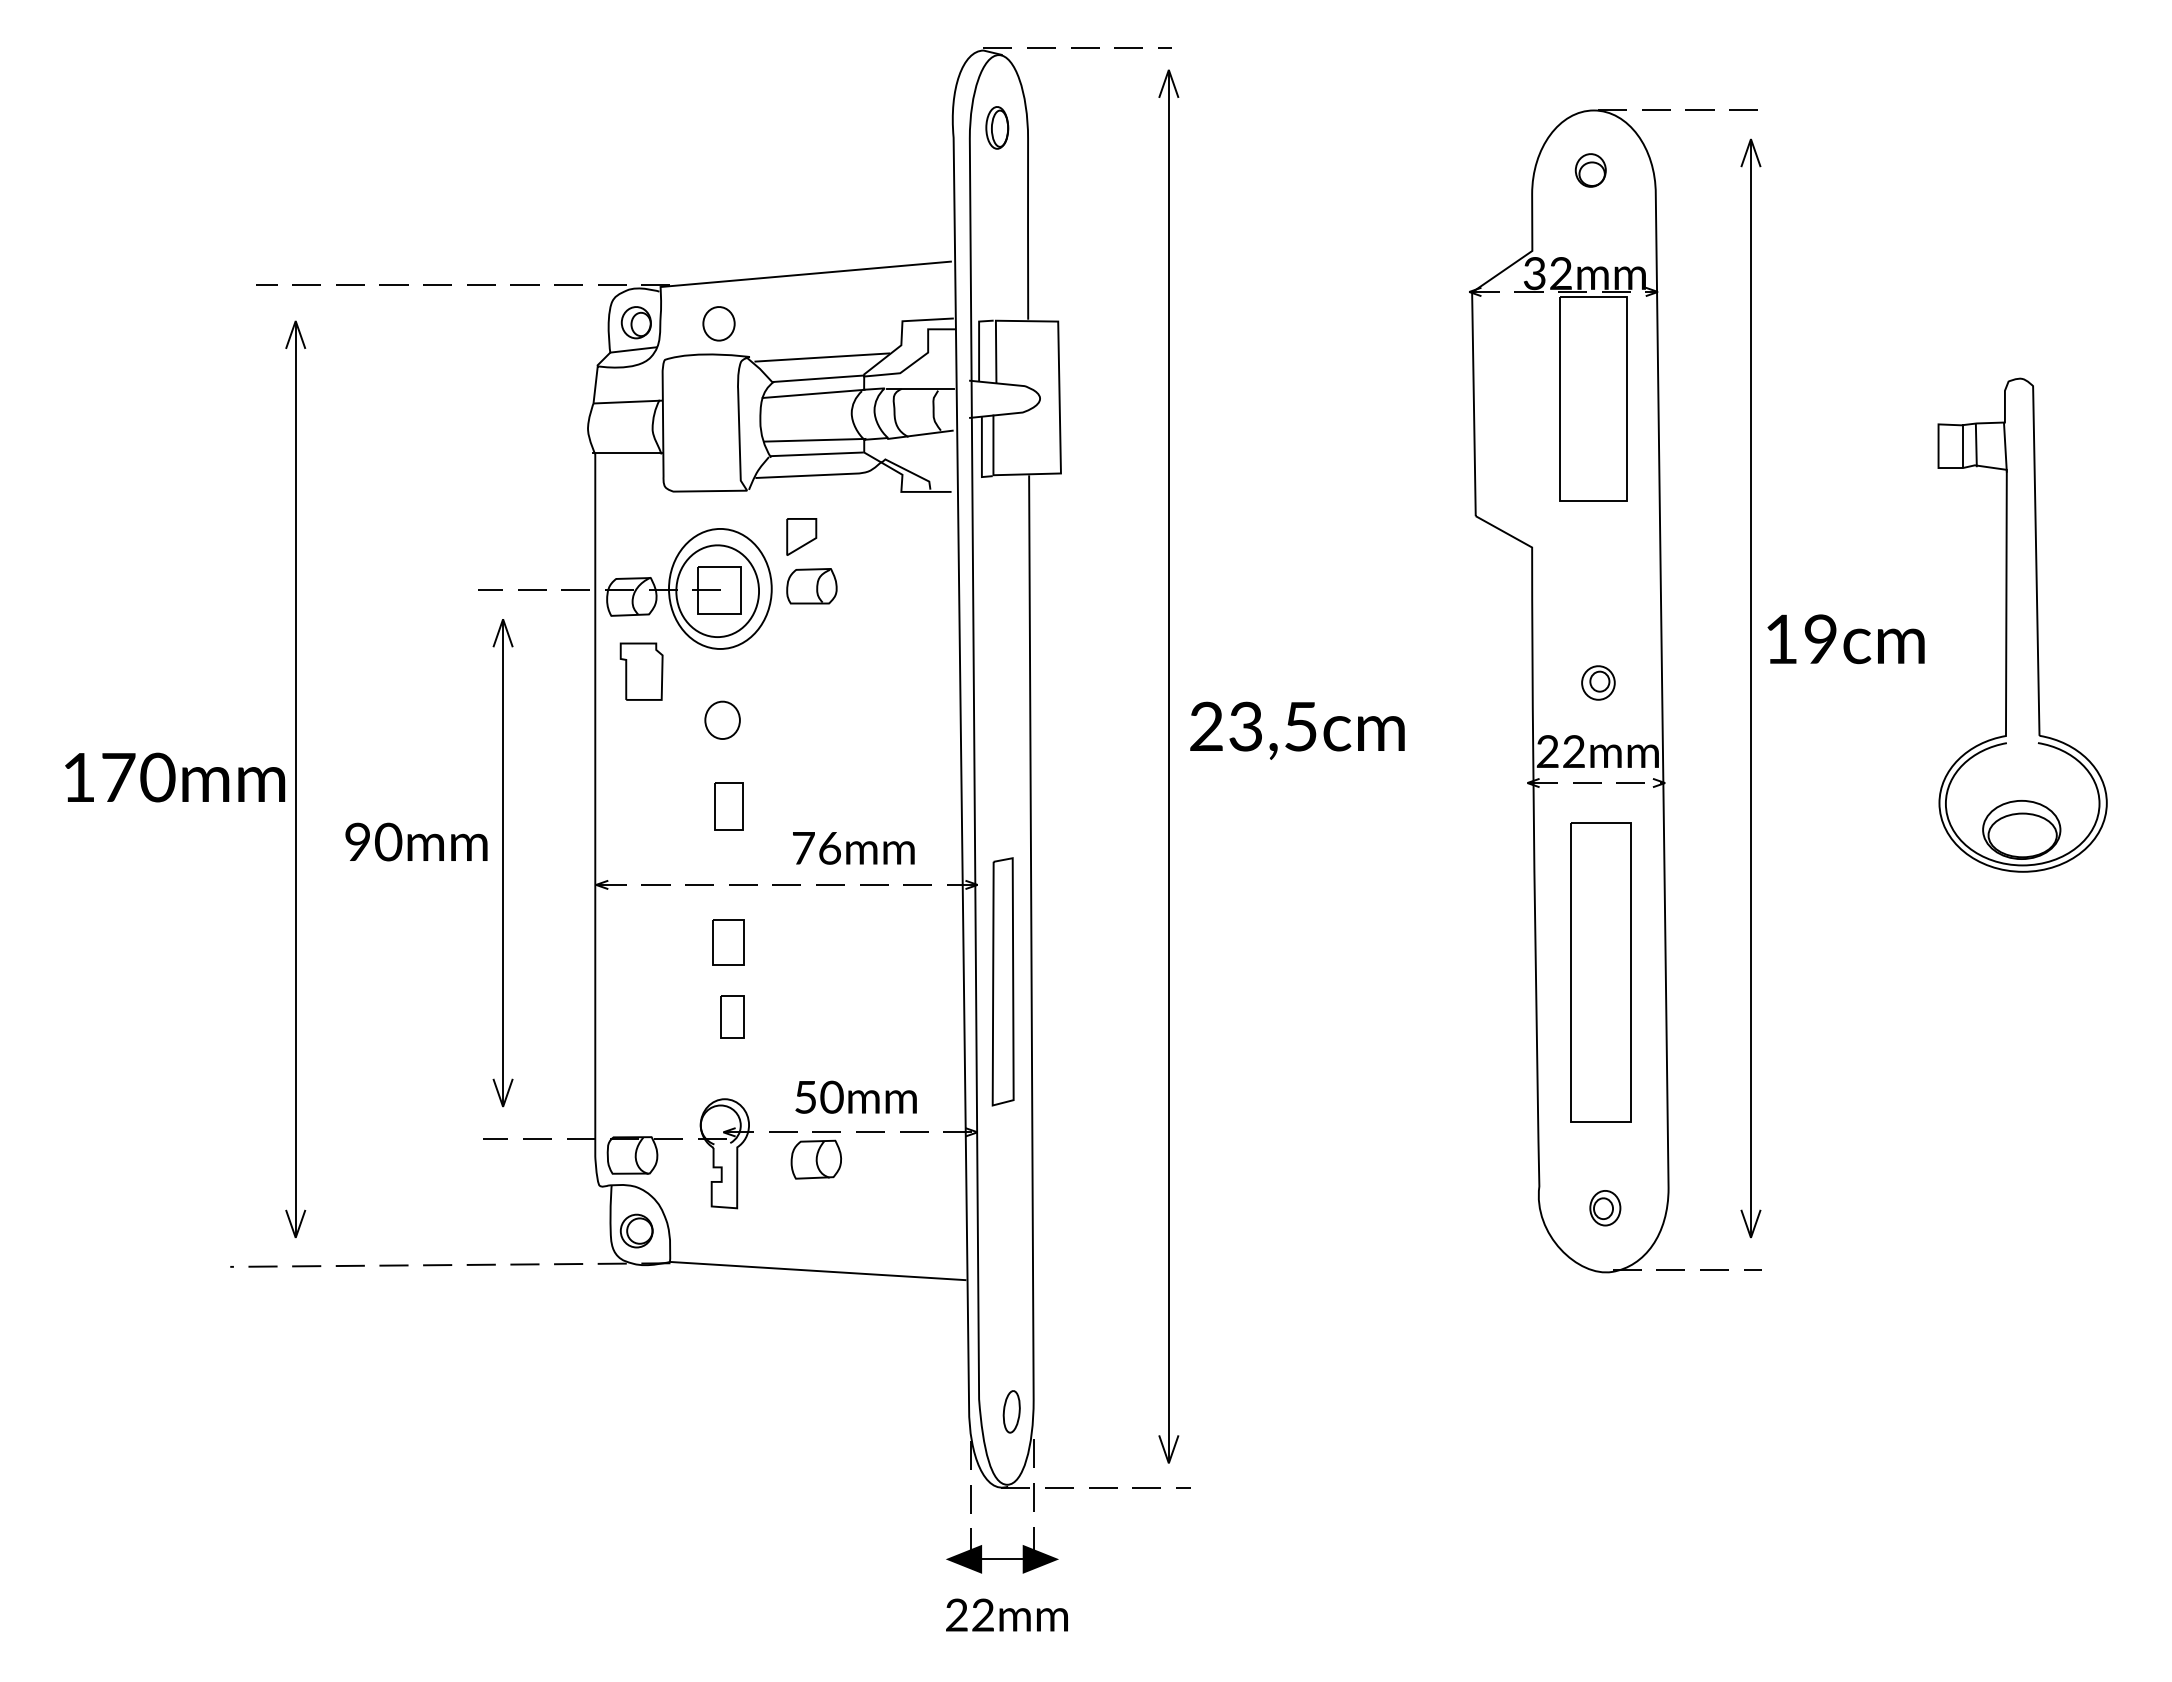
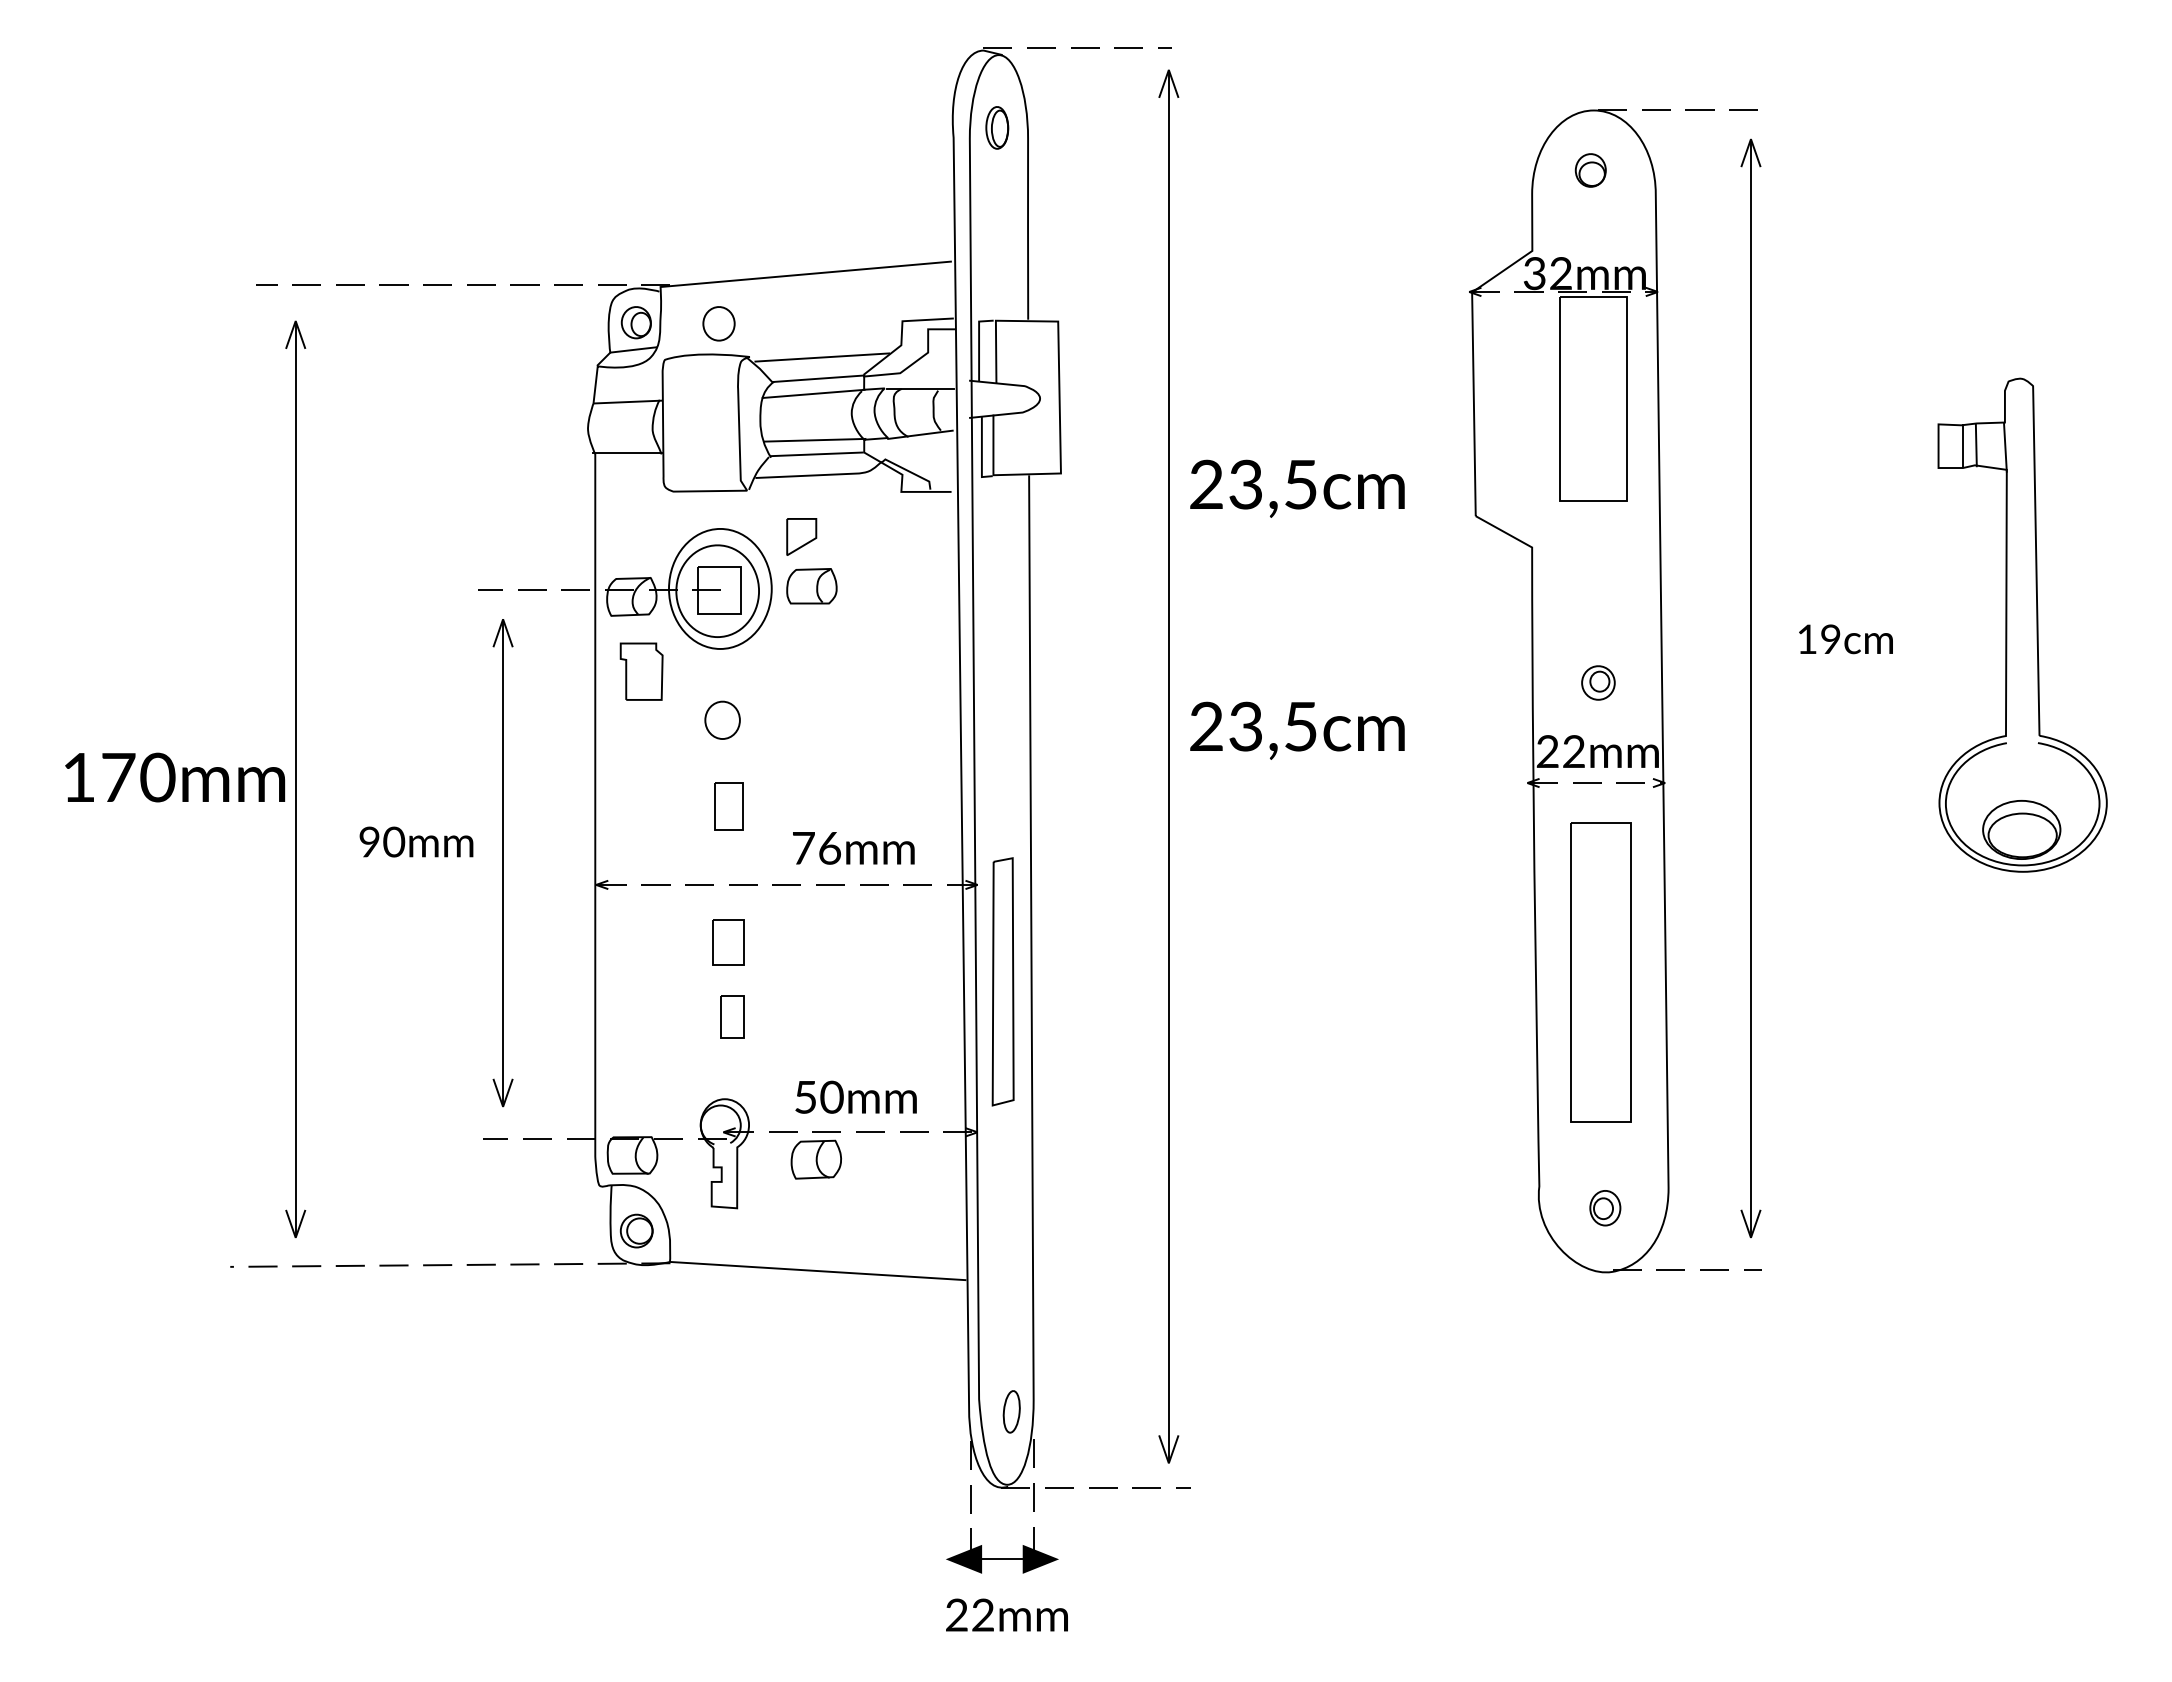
part at (1297, 488): none -> present
part at (1845, 639) size: 158x51 px -> 94x31 px
part at (416, 841) size: 143x40 px -> 115x32 px
